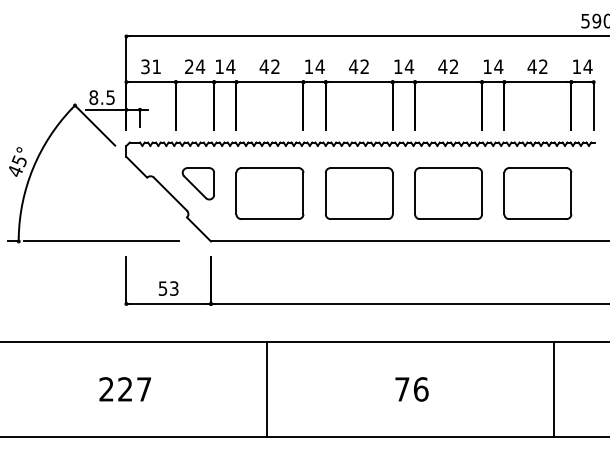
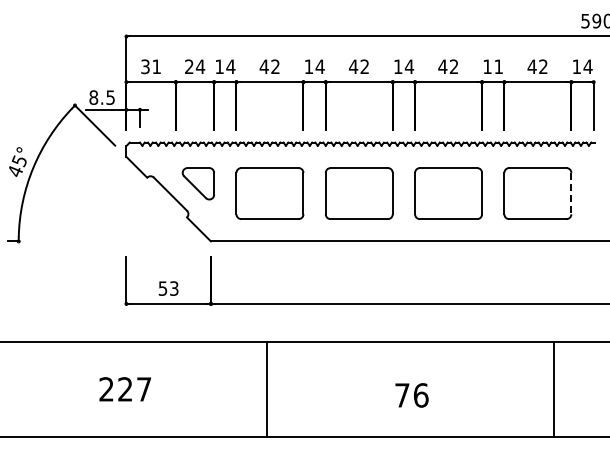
text at (498, 66): 14 -> 11
line at (571, 193): solid -> dashed
line at (101, 241): present -> none
text at (411, 389) position: (411, 389) -> (411, 395)
